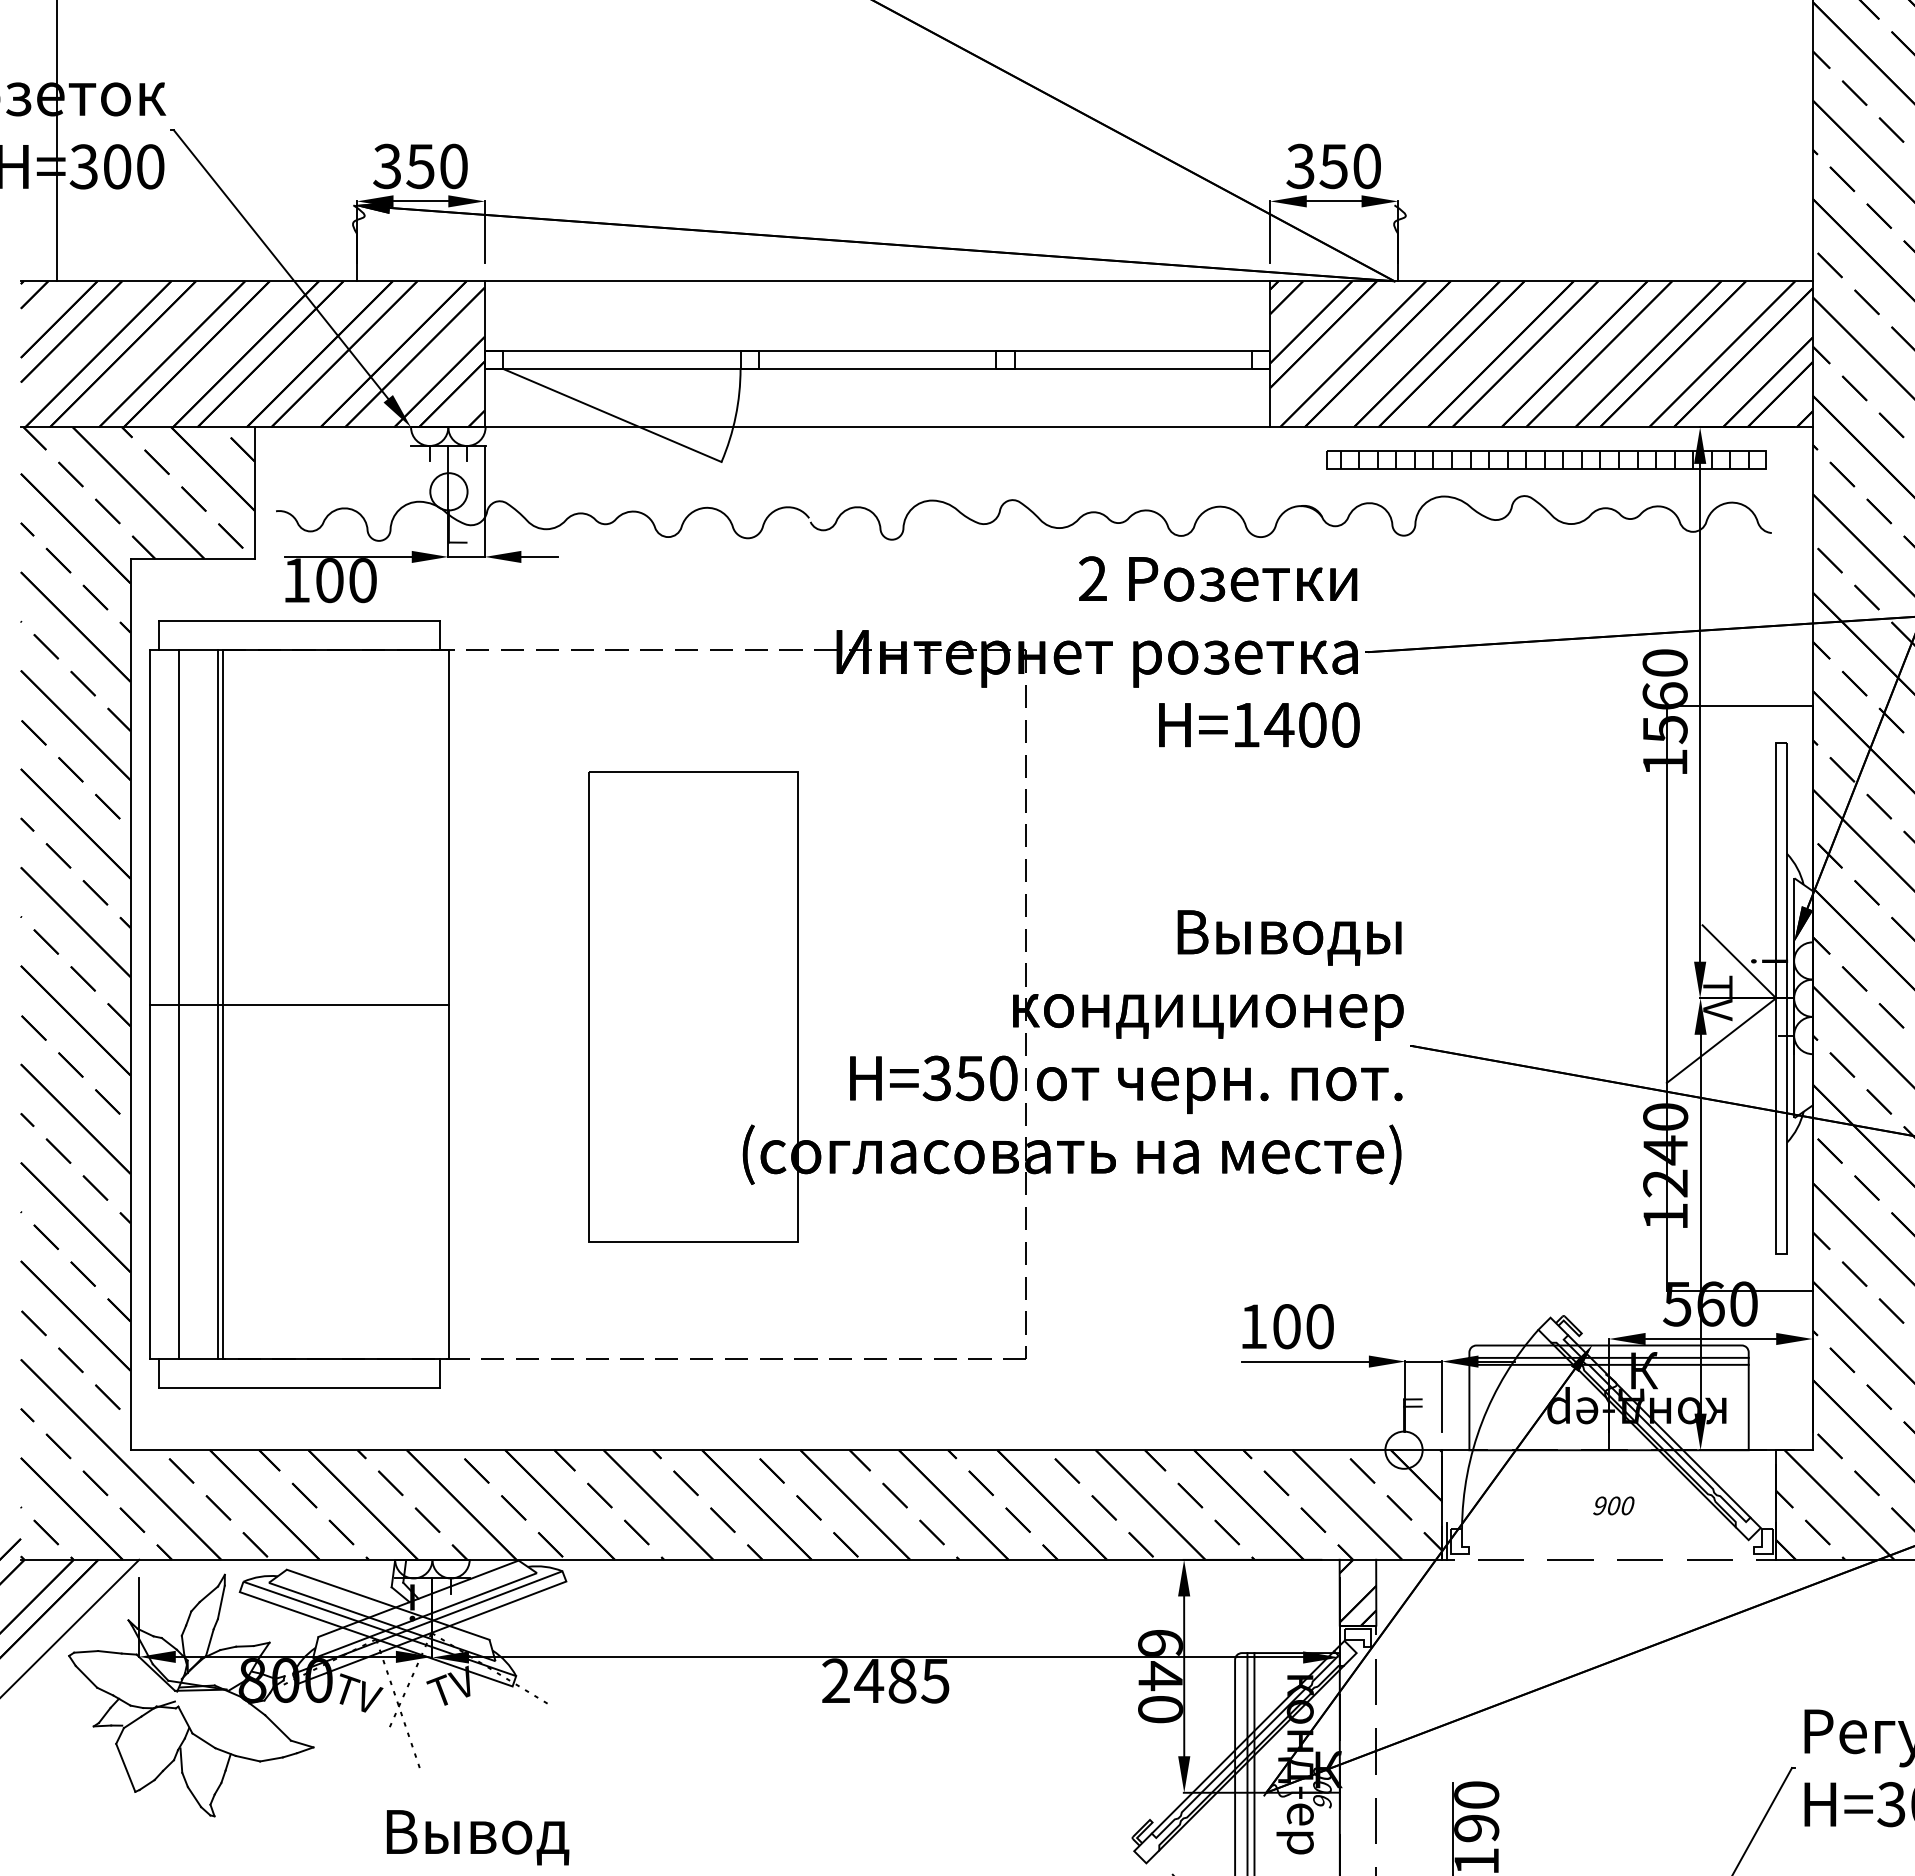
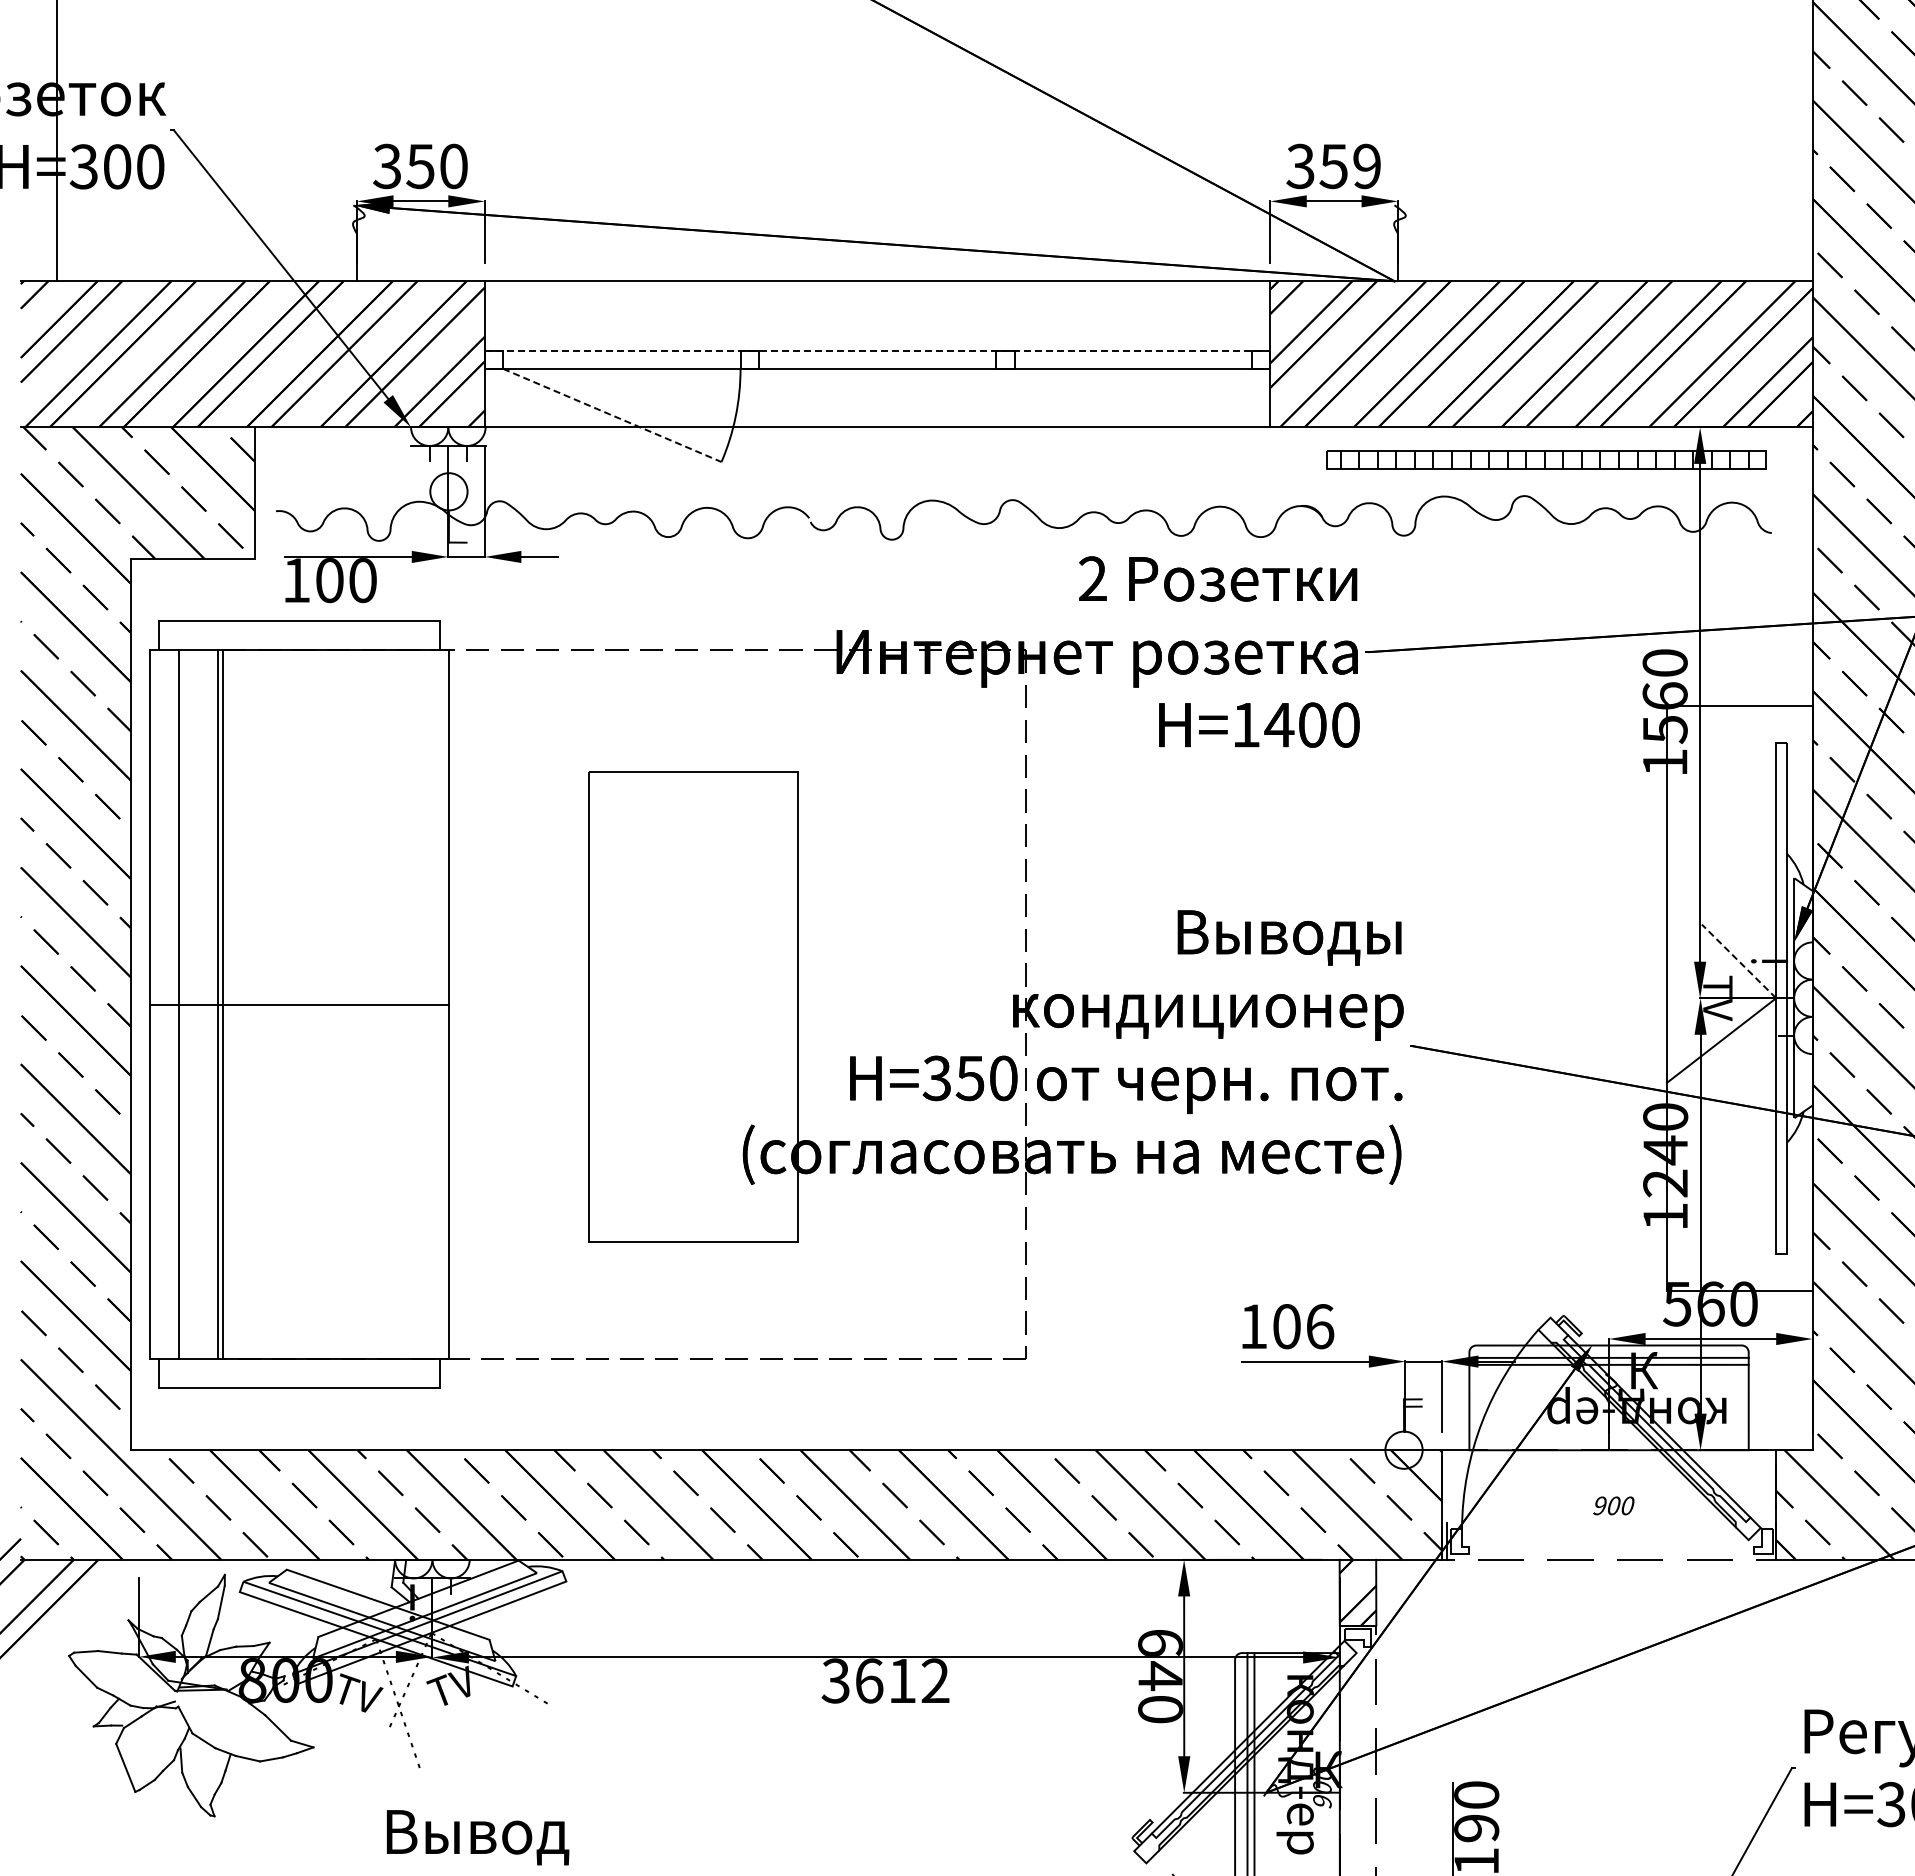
text at (1366, 166): 350 -> 359
line at (877, 350): solid -> dashed
line at (612, 415): solid -> dashed
line at (1738, 961): solid -> dashed
text at (1320, 1326): 100 -> 106
line at (70, 1627): present -> none
text at (885, 1680): 2485 -> 3612
